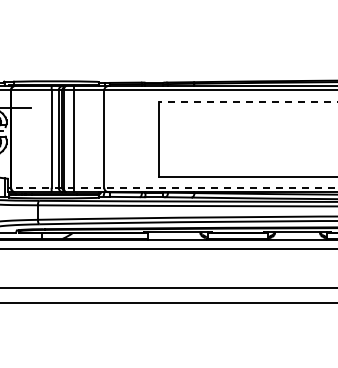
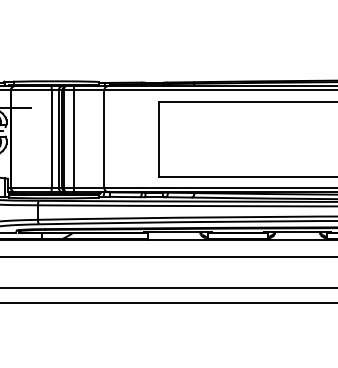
line at (247, 101): dashed -> solid
line at (172, 187): dashed -> solid
line at (168, 248) position: (168, 248) -> (168, 256)
